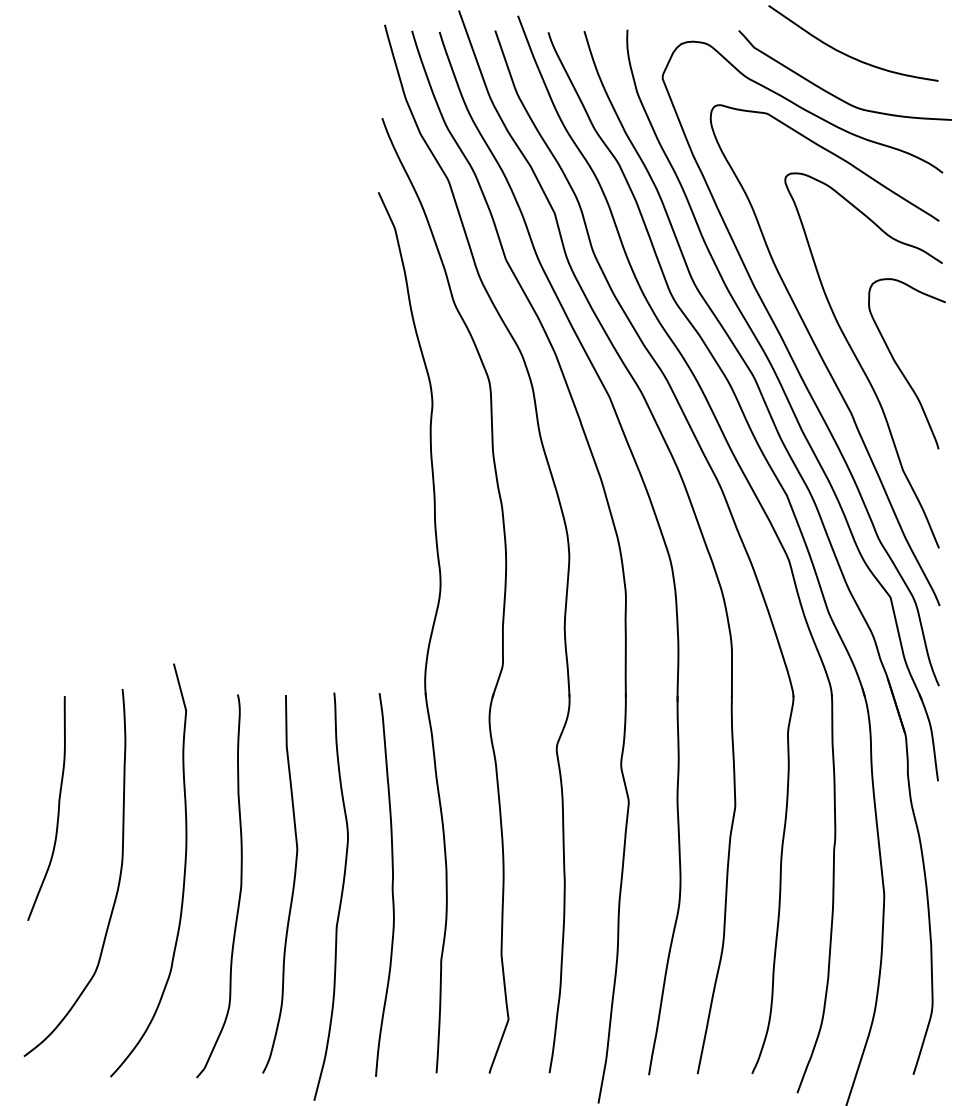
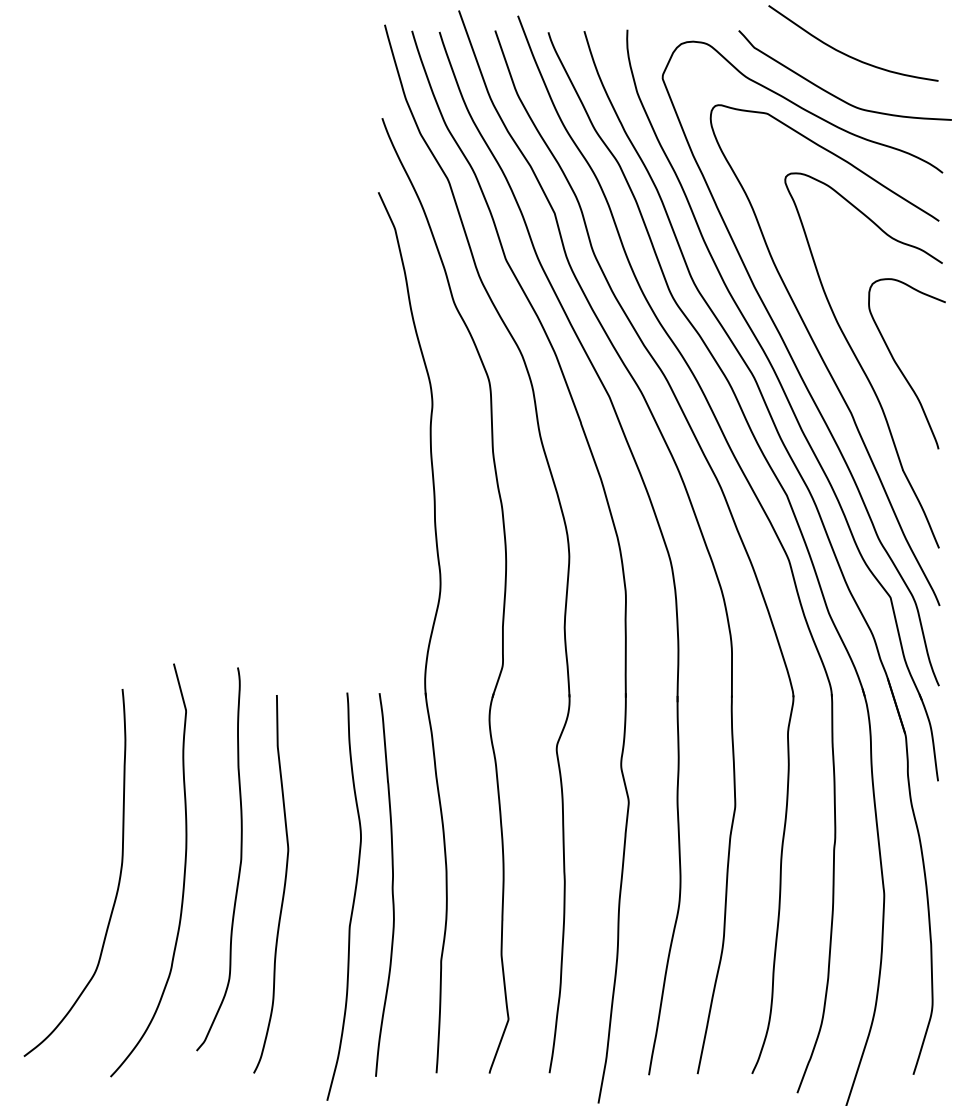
curve at (57, 811): present -> none
curve at (292, 886) position: (292, 886) -> (283, 886)
curve at (239, 890) position: (239, 890) -> (239, 863)
curve at (340, 896) position: (340, 896) -> (353, 896)
